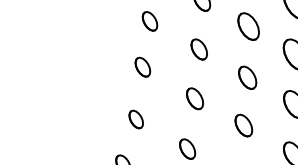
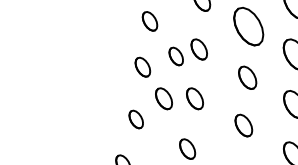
part at (248, 26) size: 23x29 px -> 32x40 px
part at (175, 56): none -> present
part at (163, 98): none -> present
